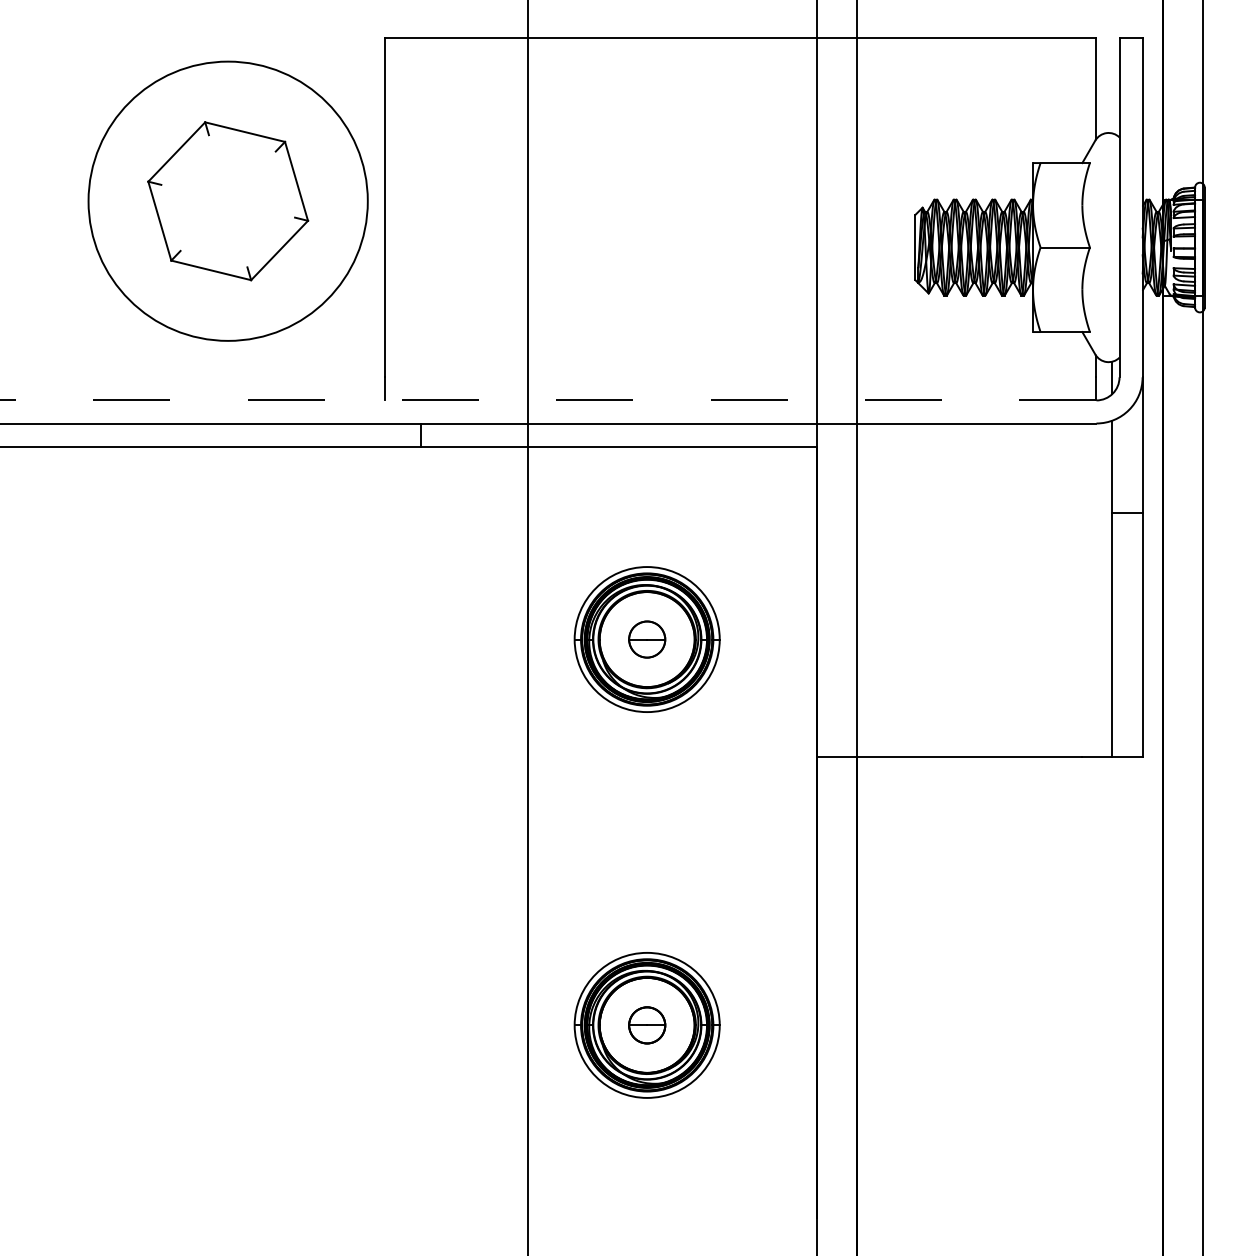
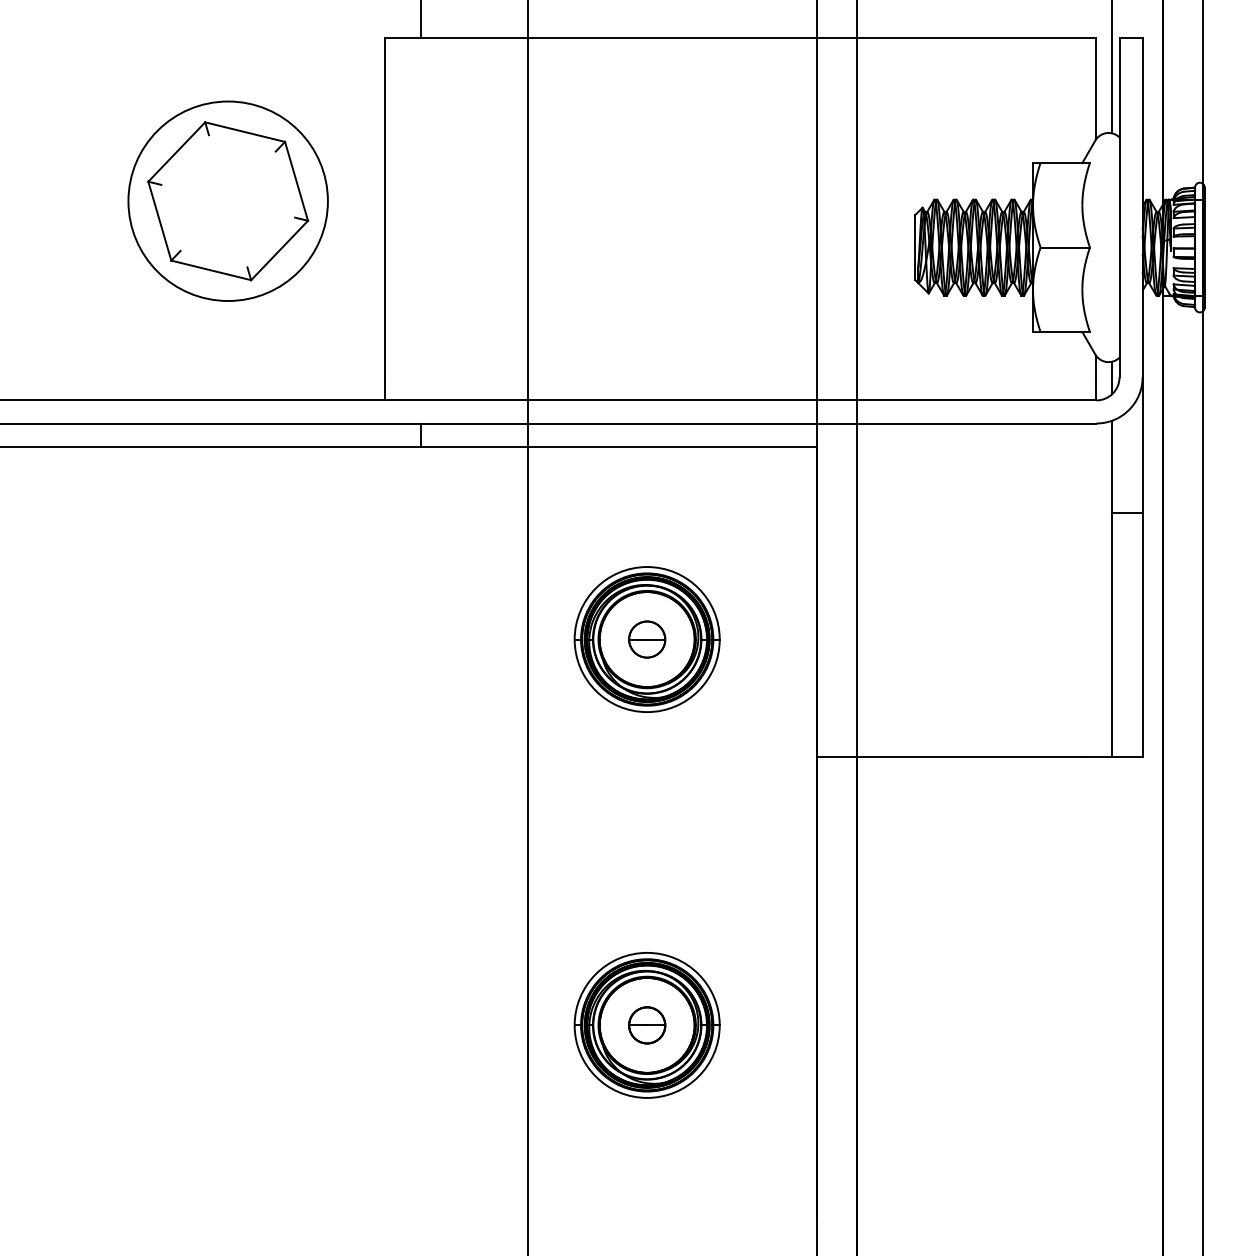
line at (421, 19): none -> present
line at (1112, 67): none -> present
circle at (227, 200) diameter: 279 px -> 199 px
line at (548, 400): dashed -> solid
